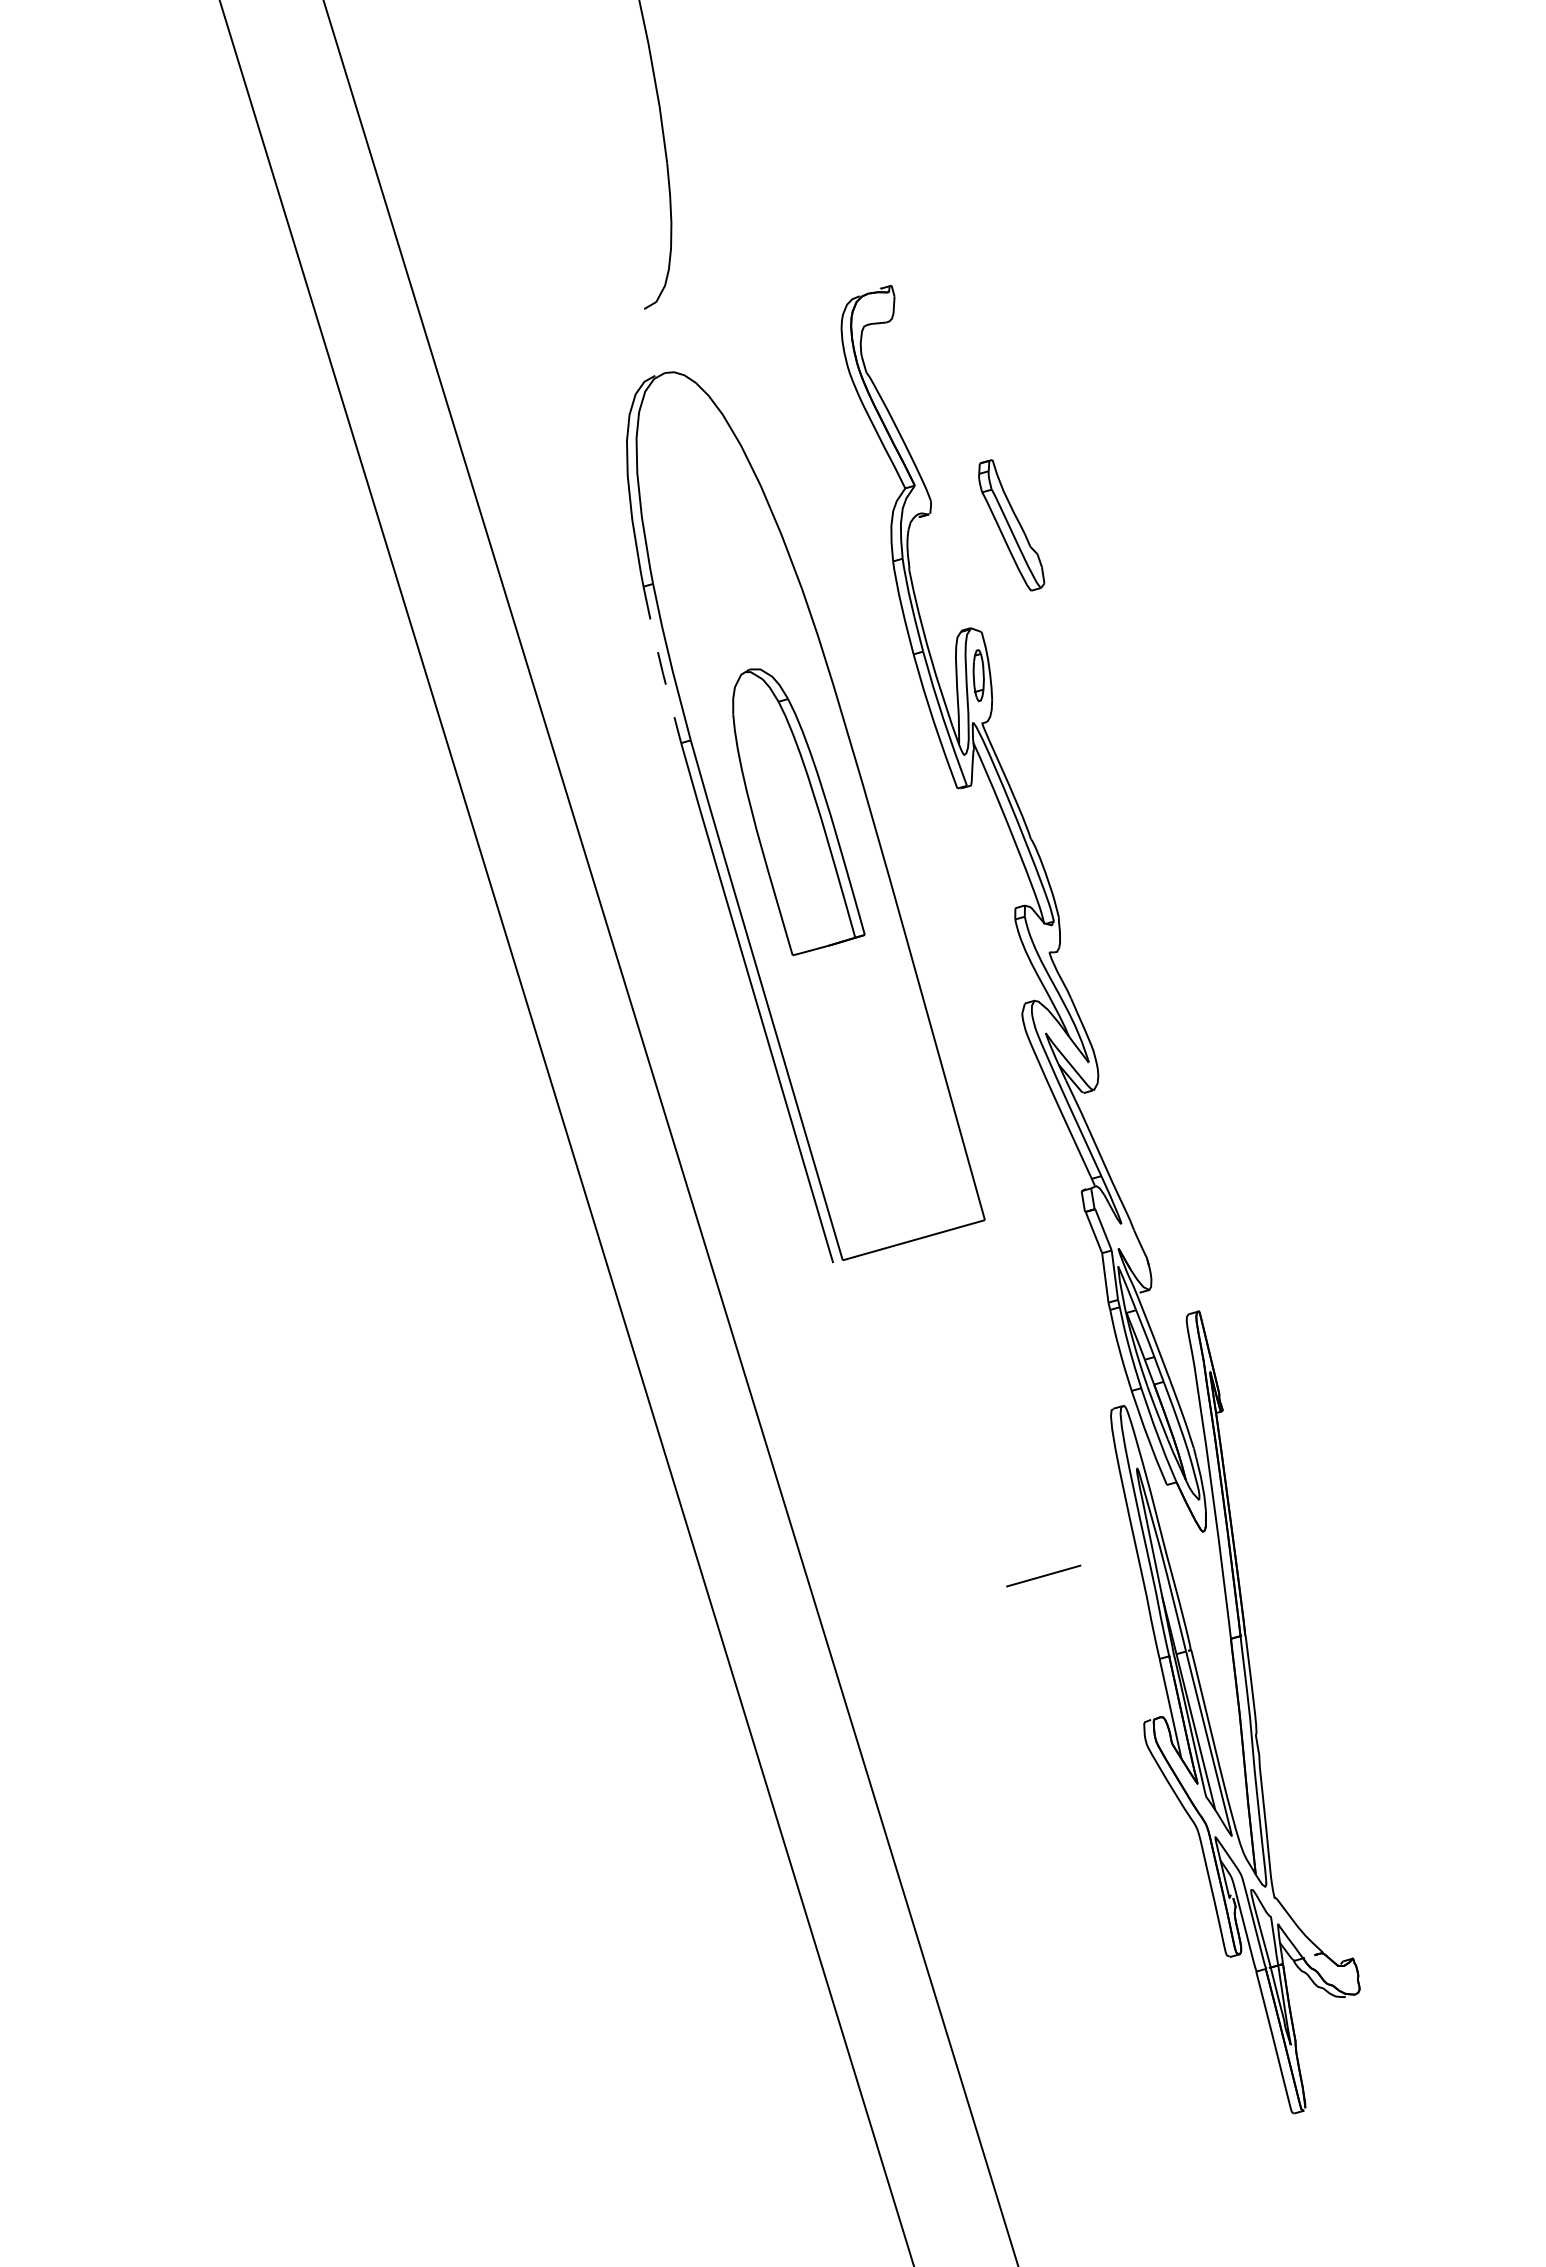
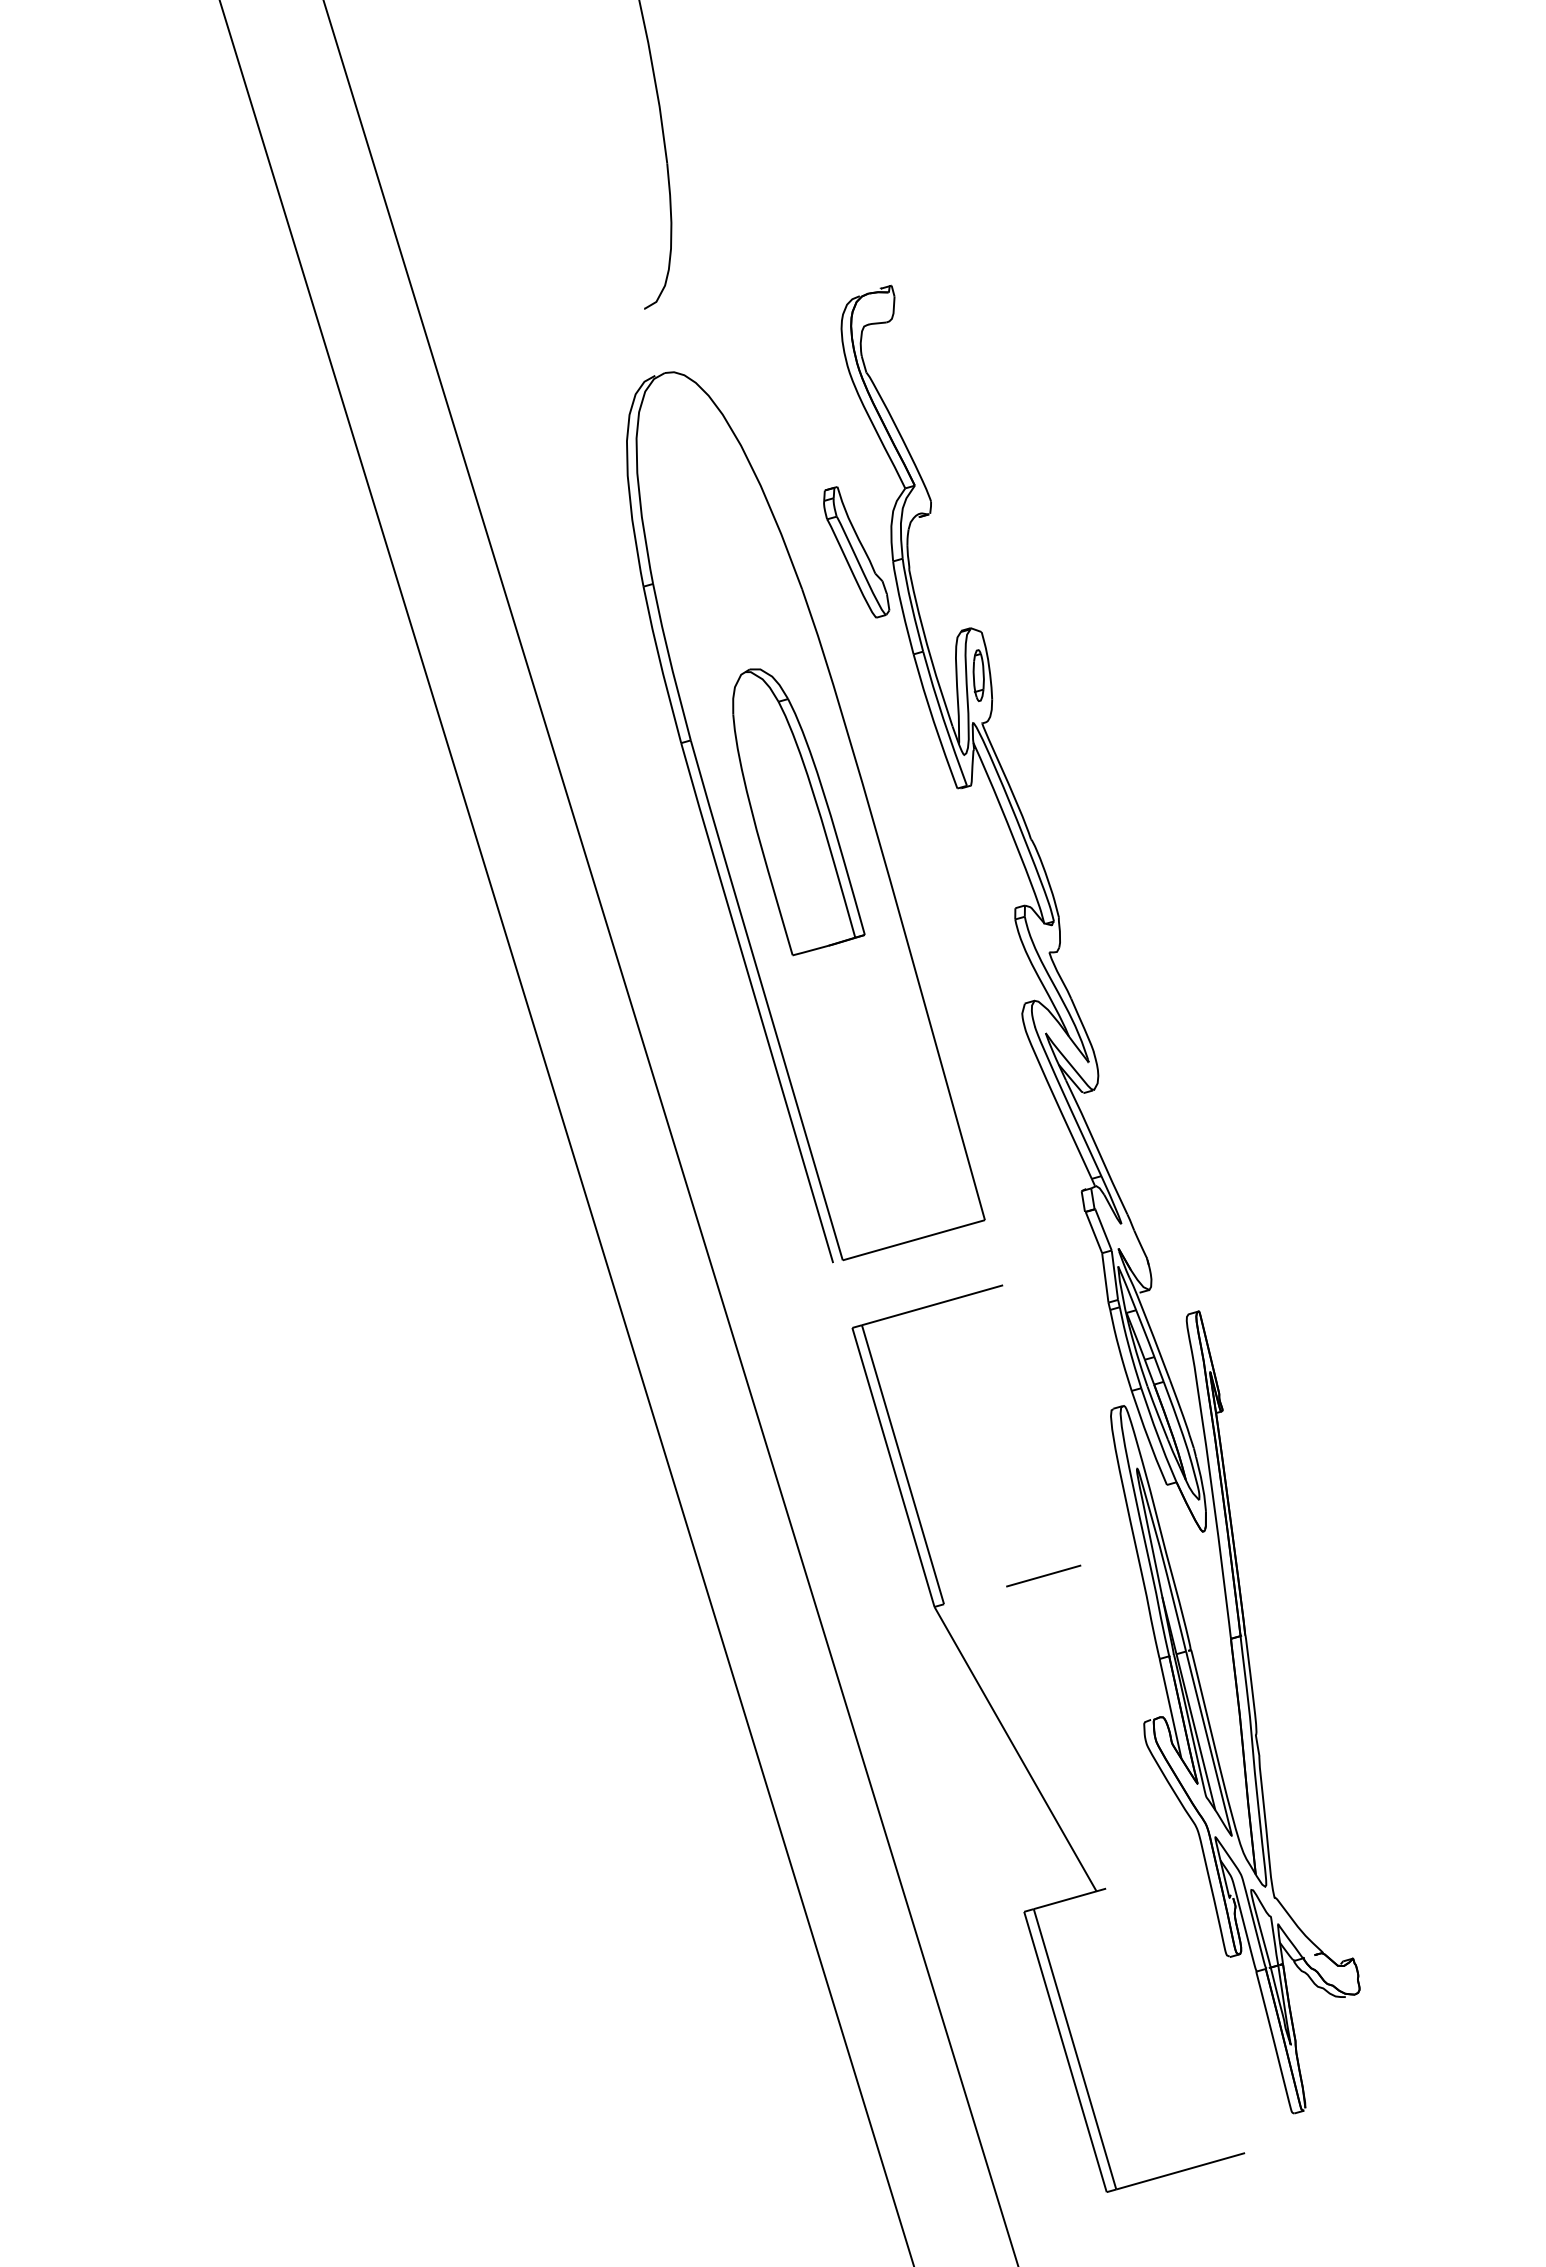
part at (1011, 525) position: (1011, 525) -> (856, 552)
line at (661, 665): dashed -> solid
part at (1019, 1753): none -> present
